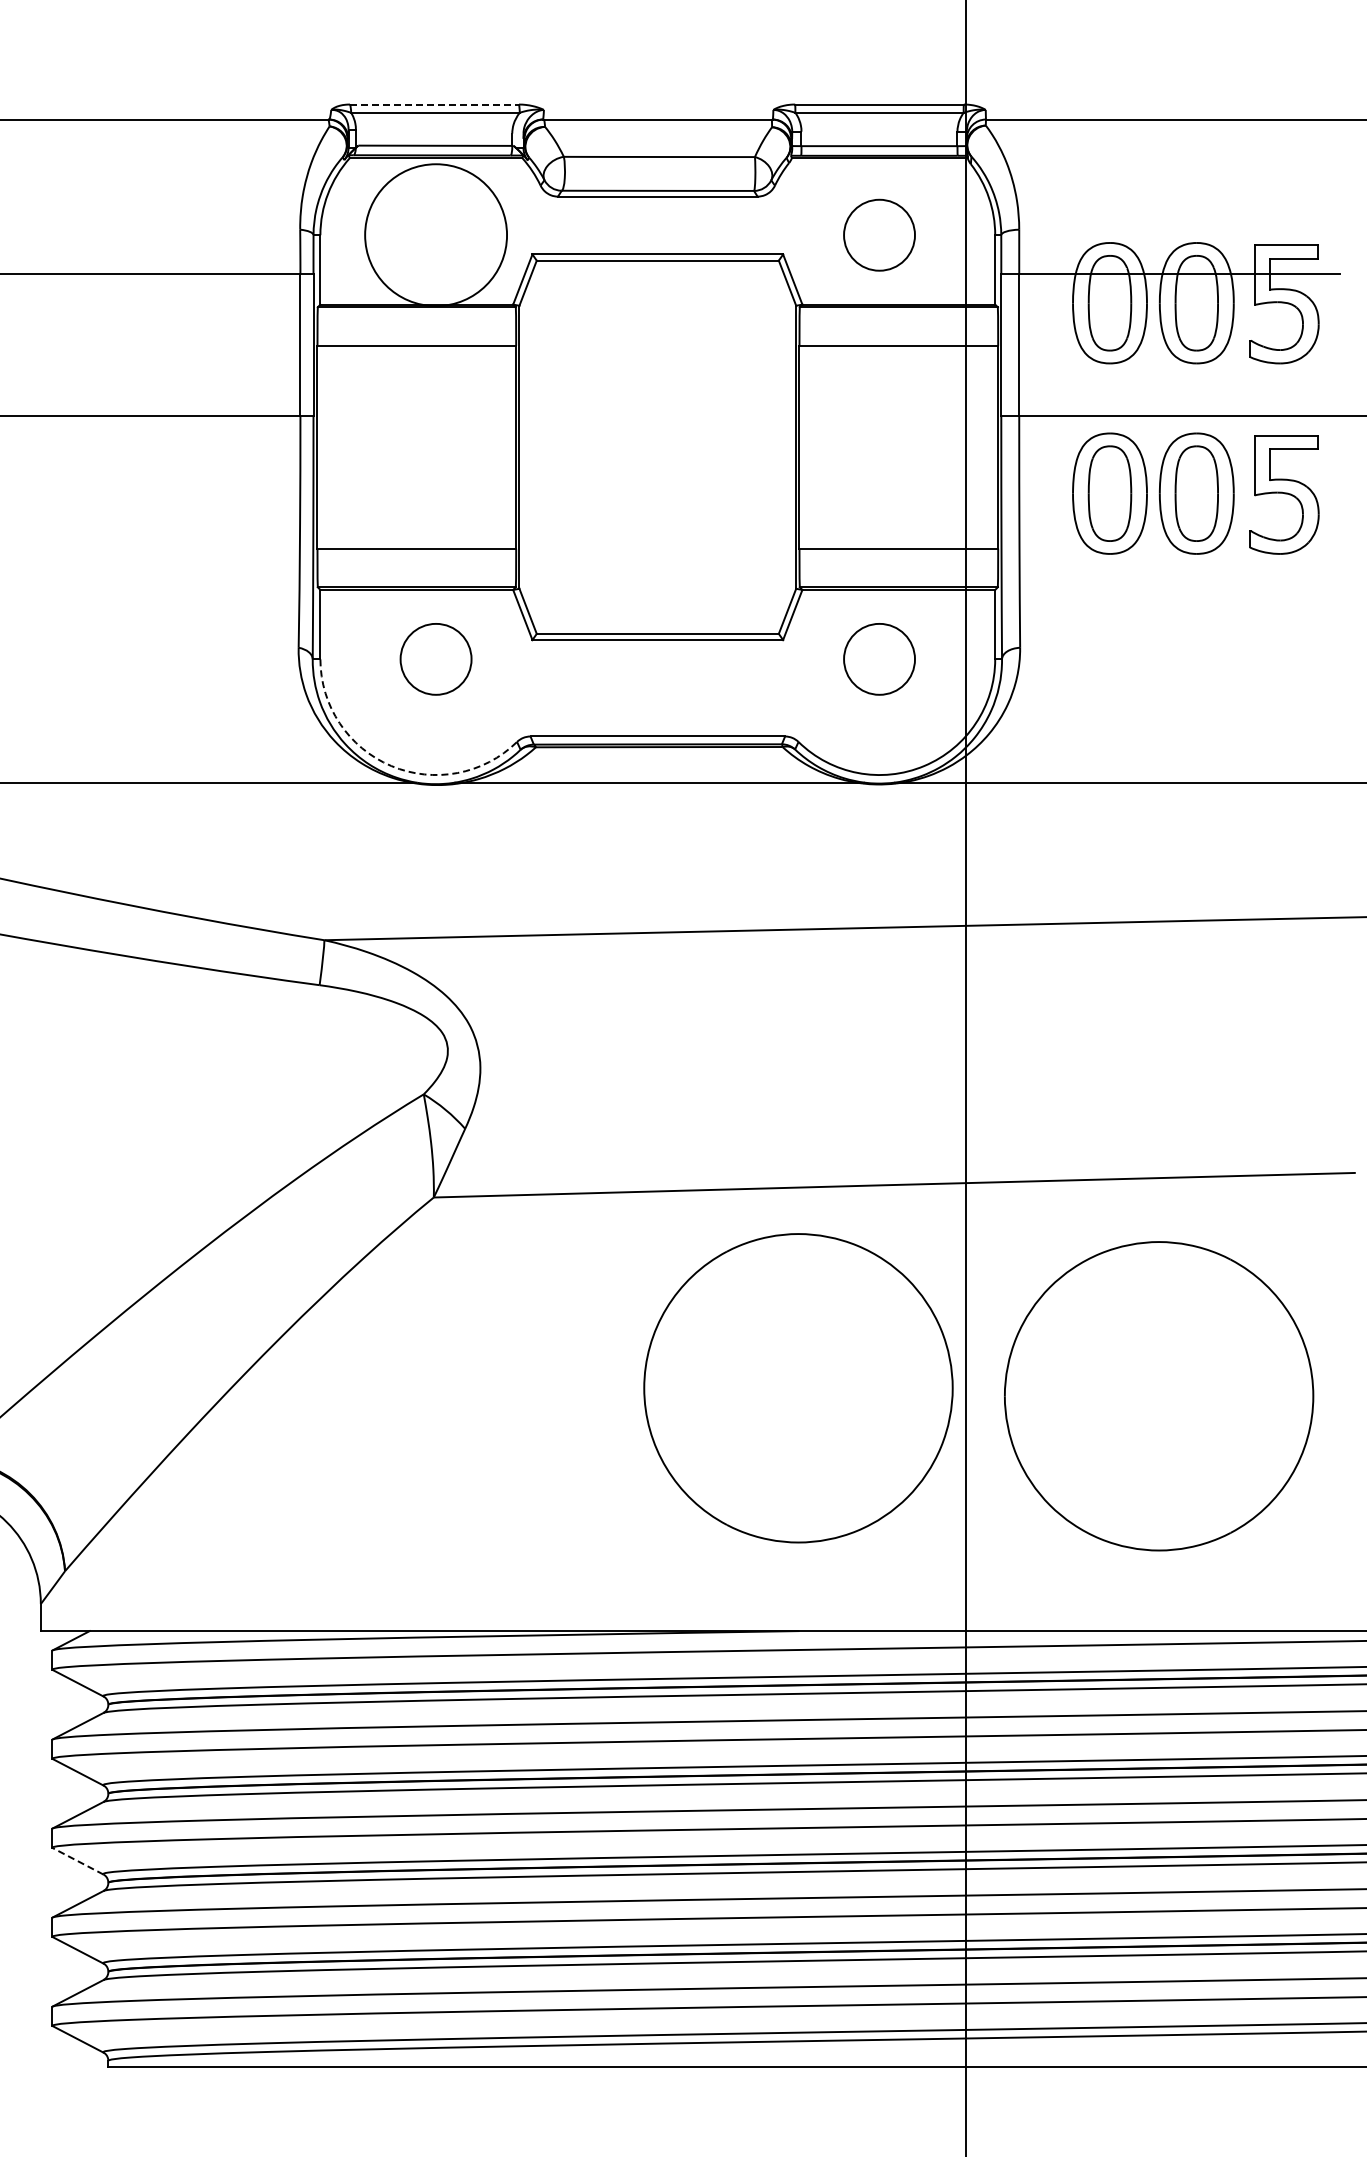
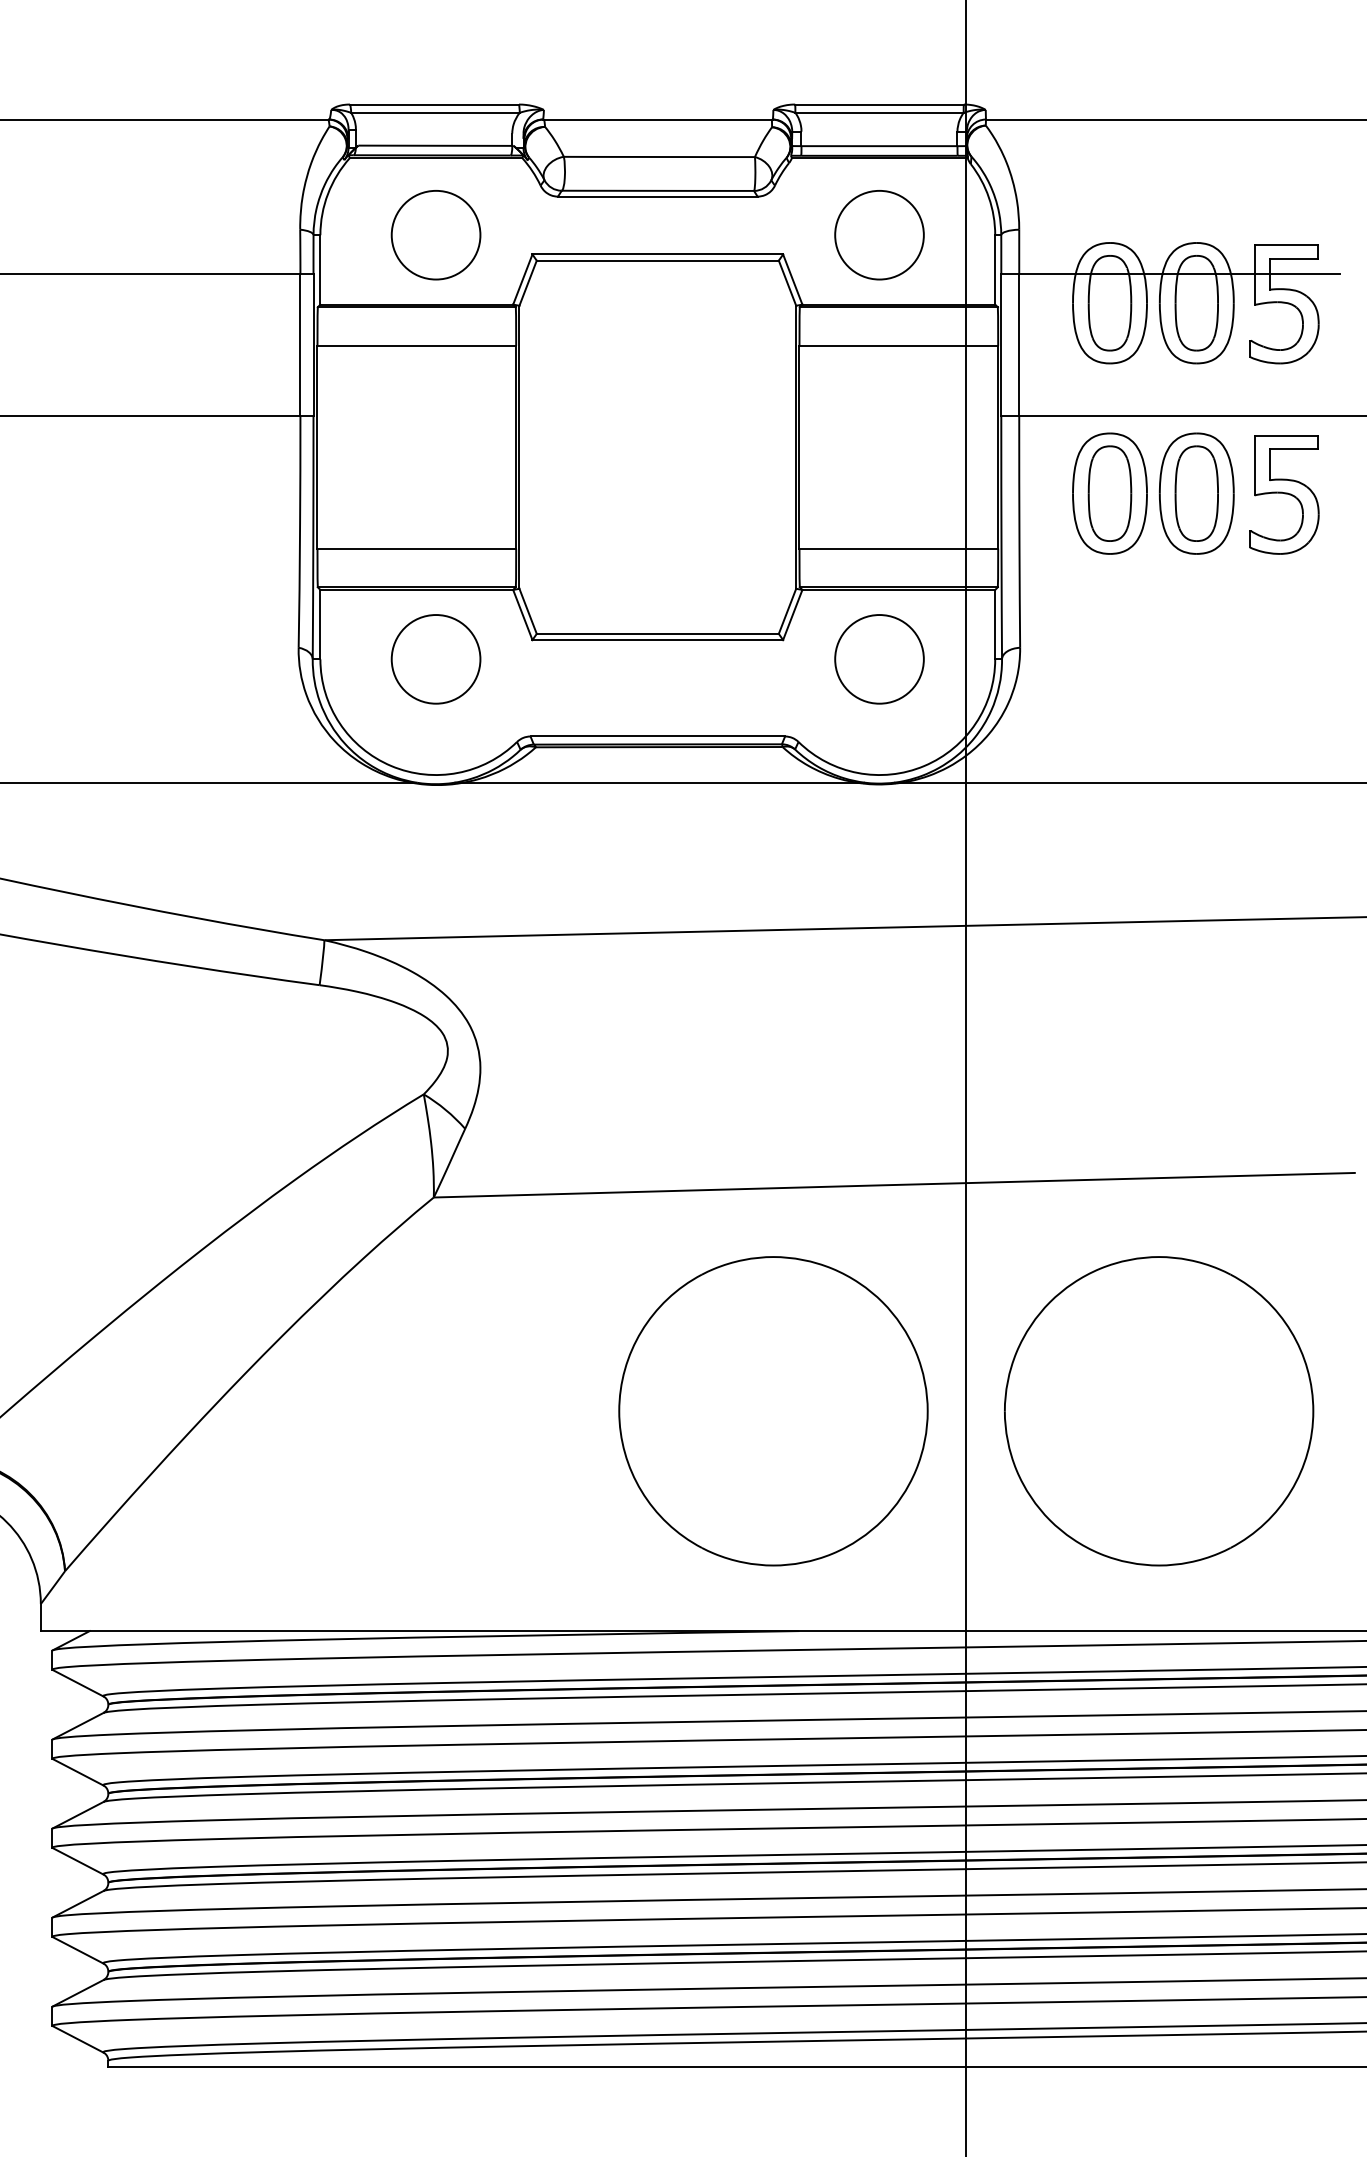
line at (435, 104): dashed -> solid
circle at (879, 234) size: 73x74 px -> 91x91 px
circle at (436, 235) diameter: 142 px -> 89 px
circle at (435, 658) diameter: 71 px -> 89 px
circle at (879, 658) diameter: 71 px -> 89 px
arc at (391, 766): dashed -> solid
part at (798, 1388) position: (798, 1388) -> (773, 1411)
part at (1159, 1396) position: (1159, 1396) -> (1159, 1411)
line at (78, 1861): dashed -> solid
